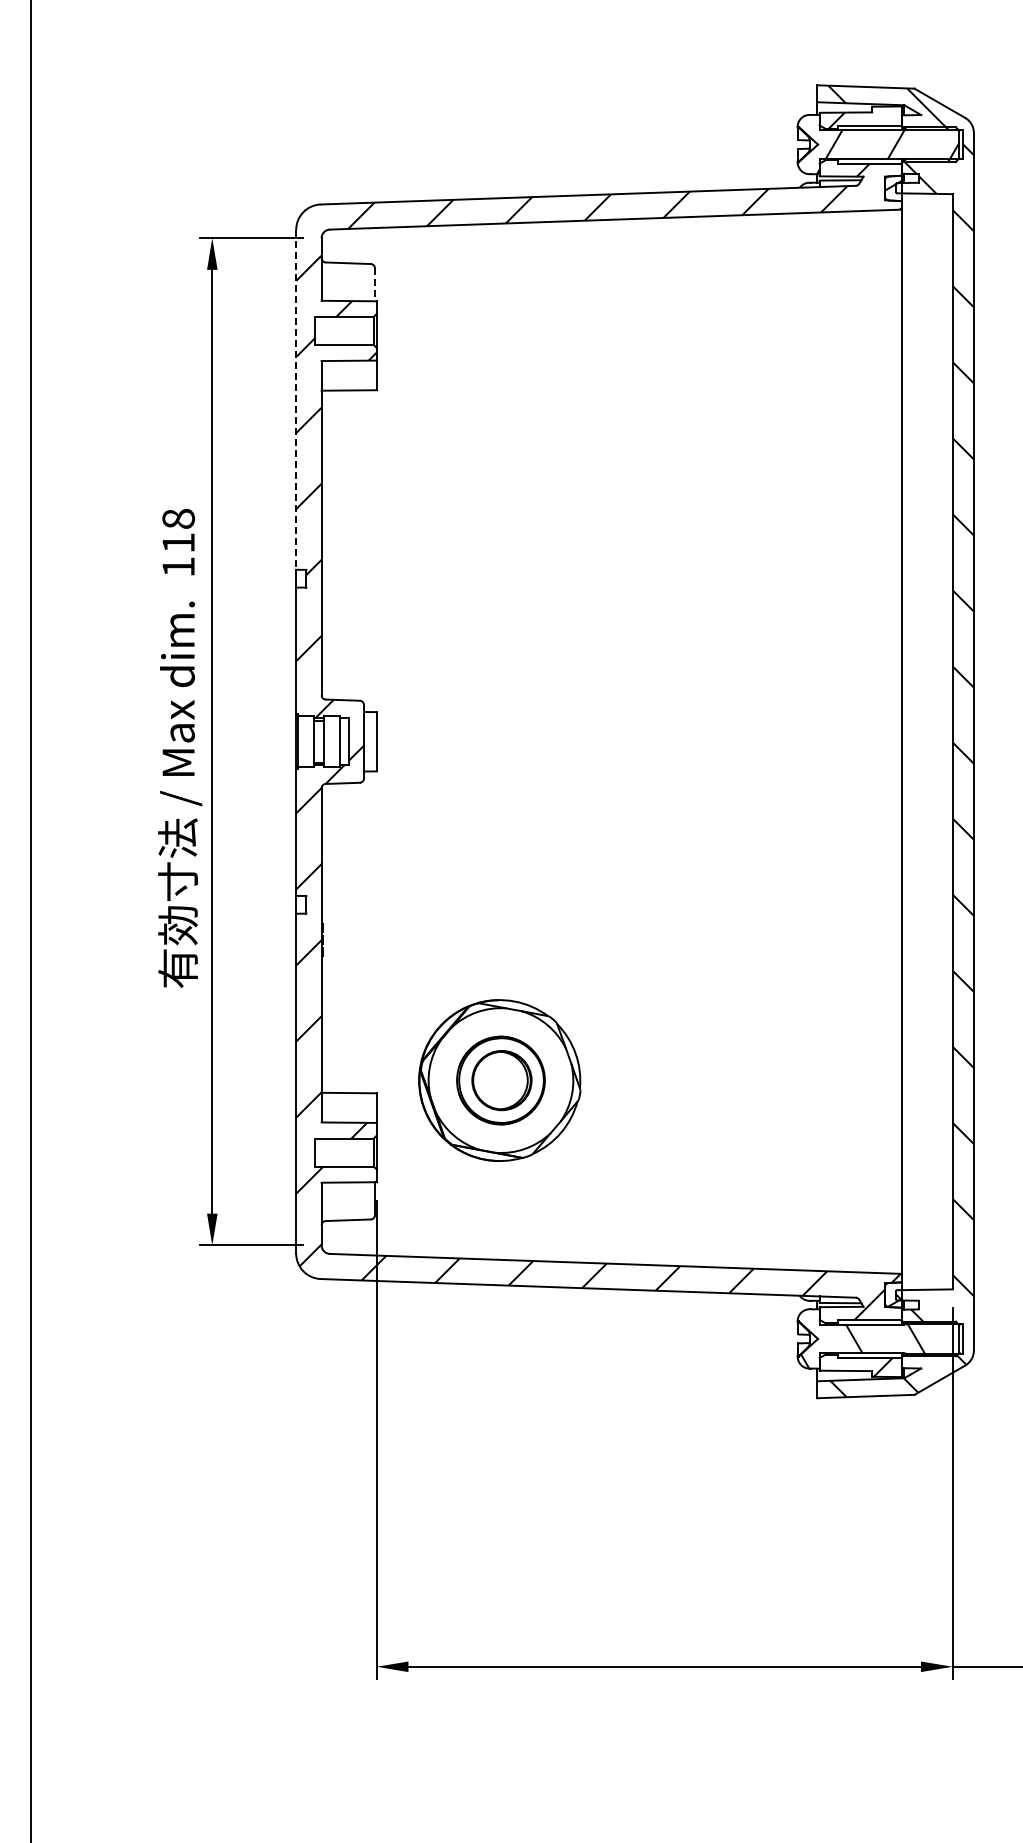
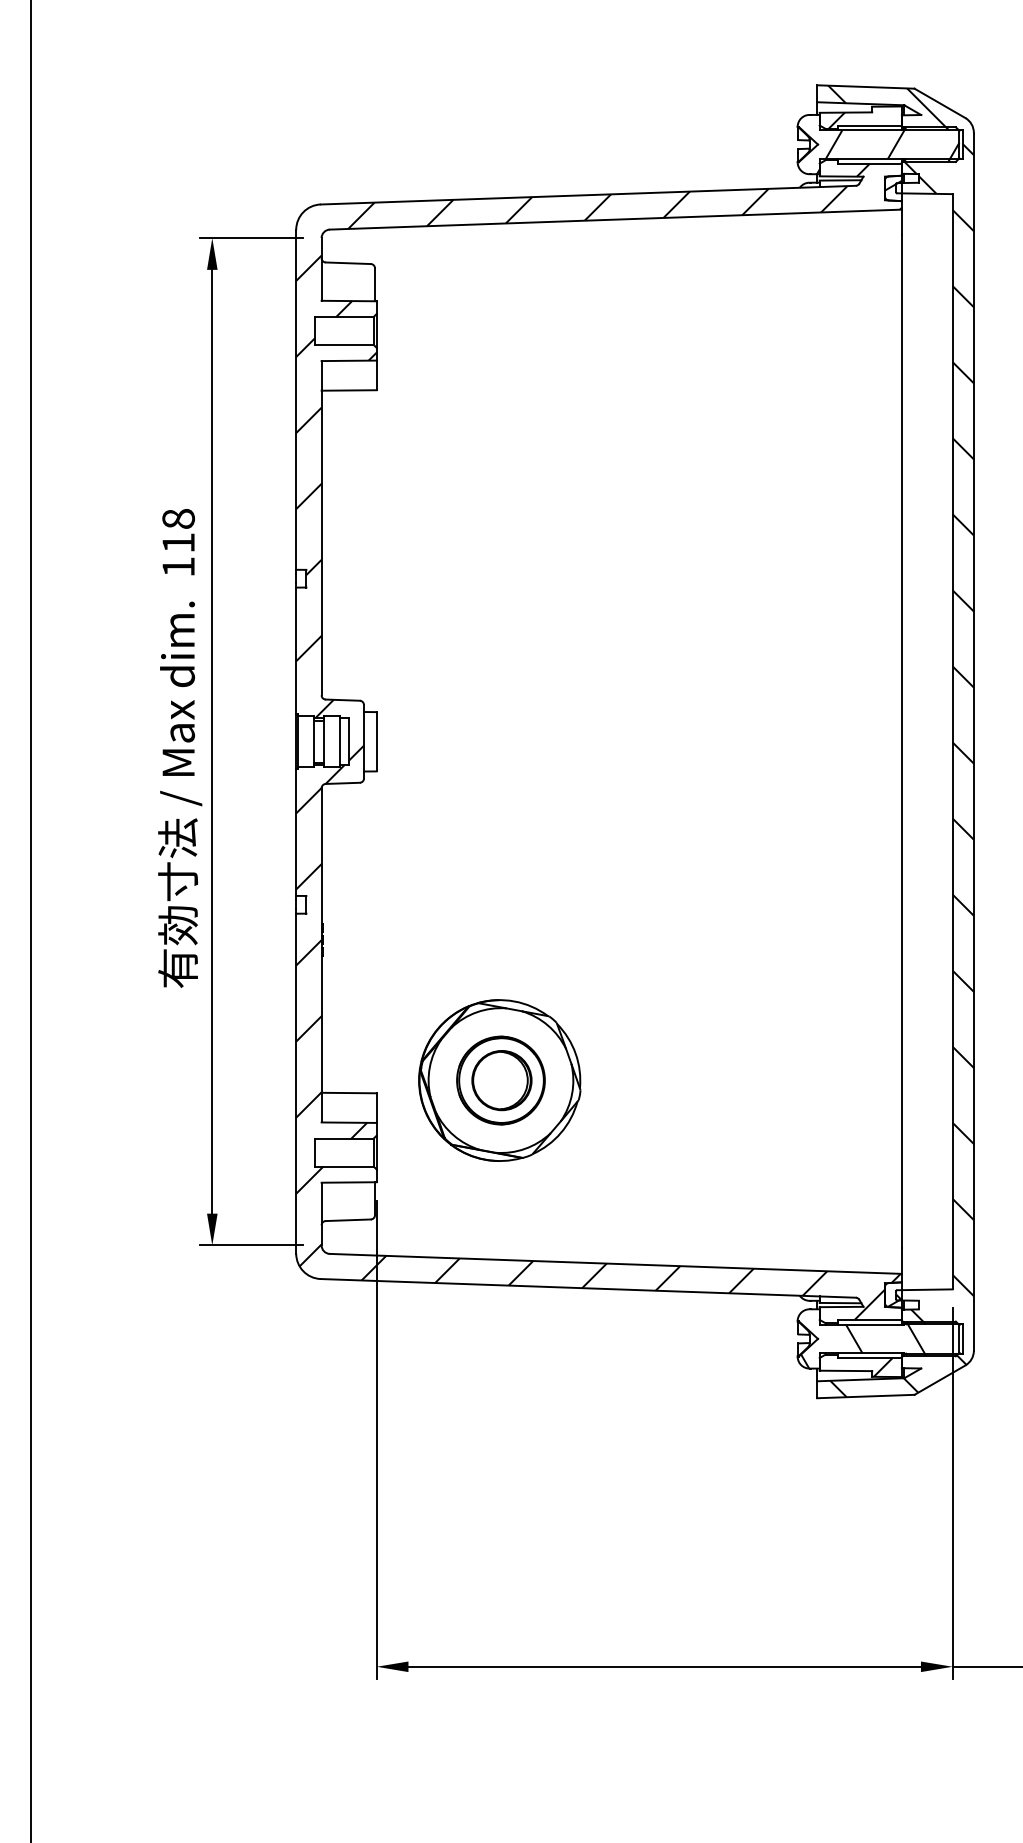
line at (374, 285): dashed -> solid
line at (296, 399): dashed -> solid
